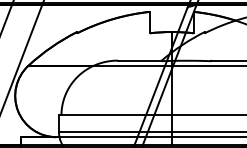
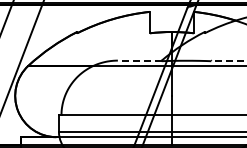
line at (139, 60): solid -> dashed
line at (228, 60): solid -> dashed
